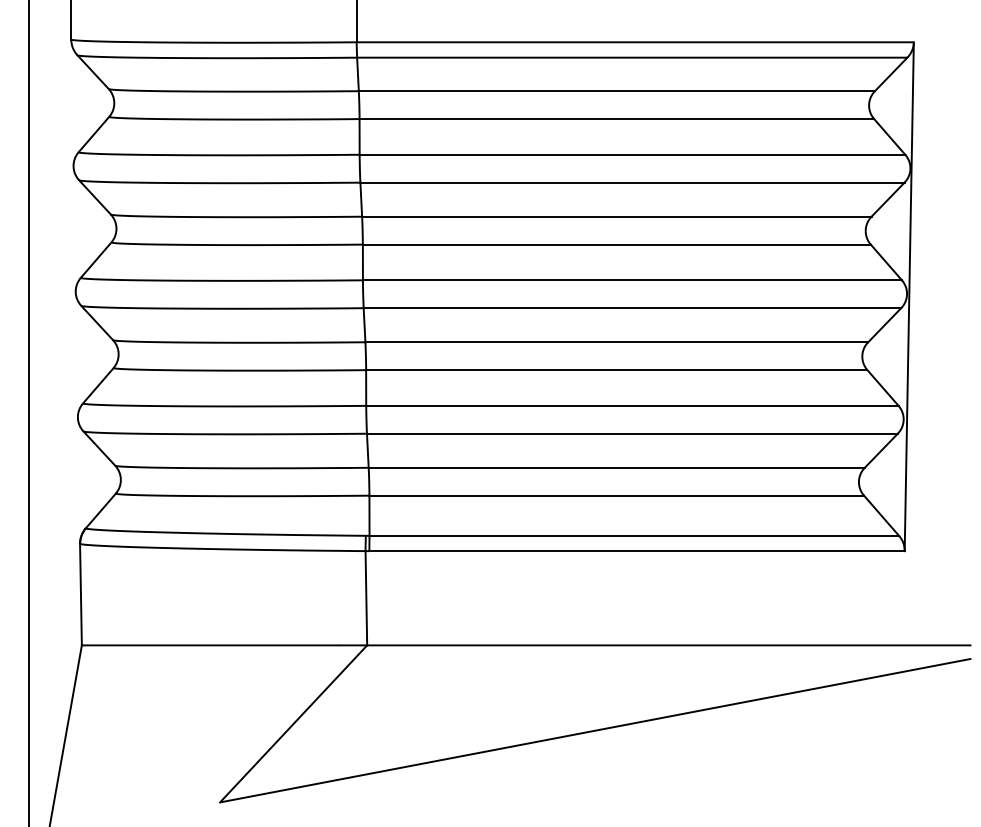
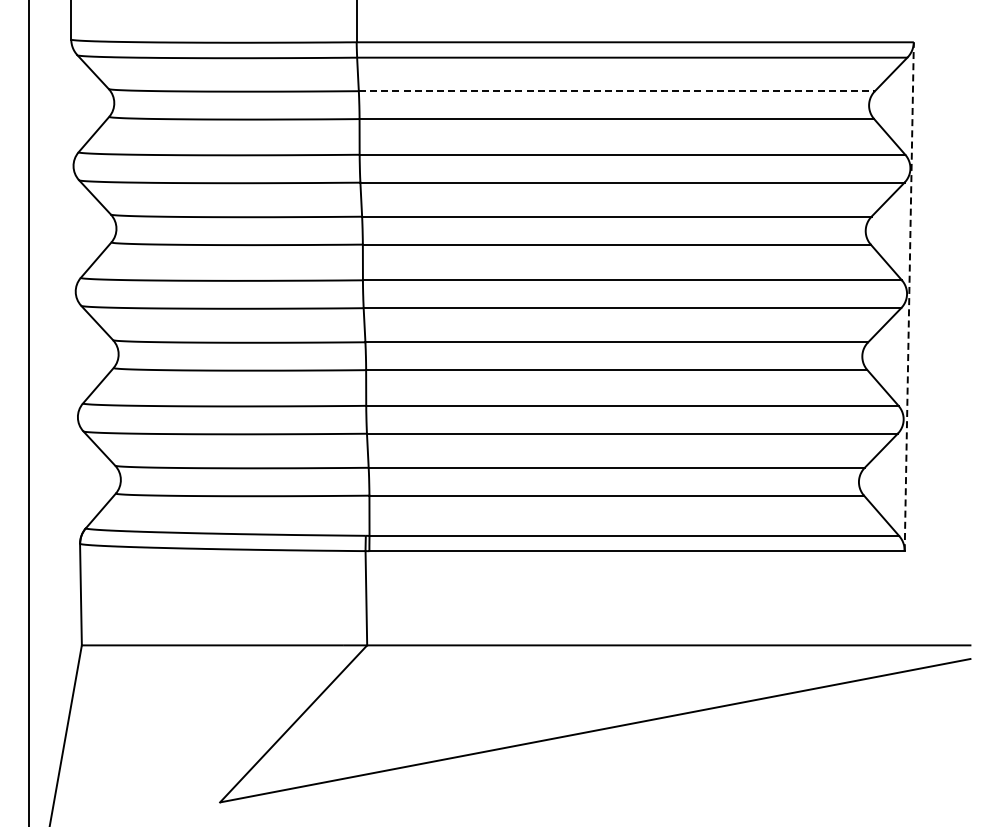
line at (617, 91): solid -> dashed
line at (909, 296): solid -> dashed
